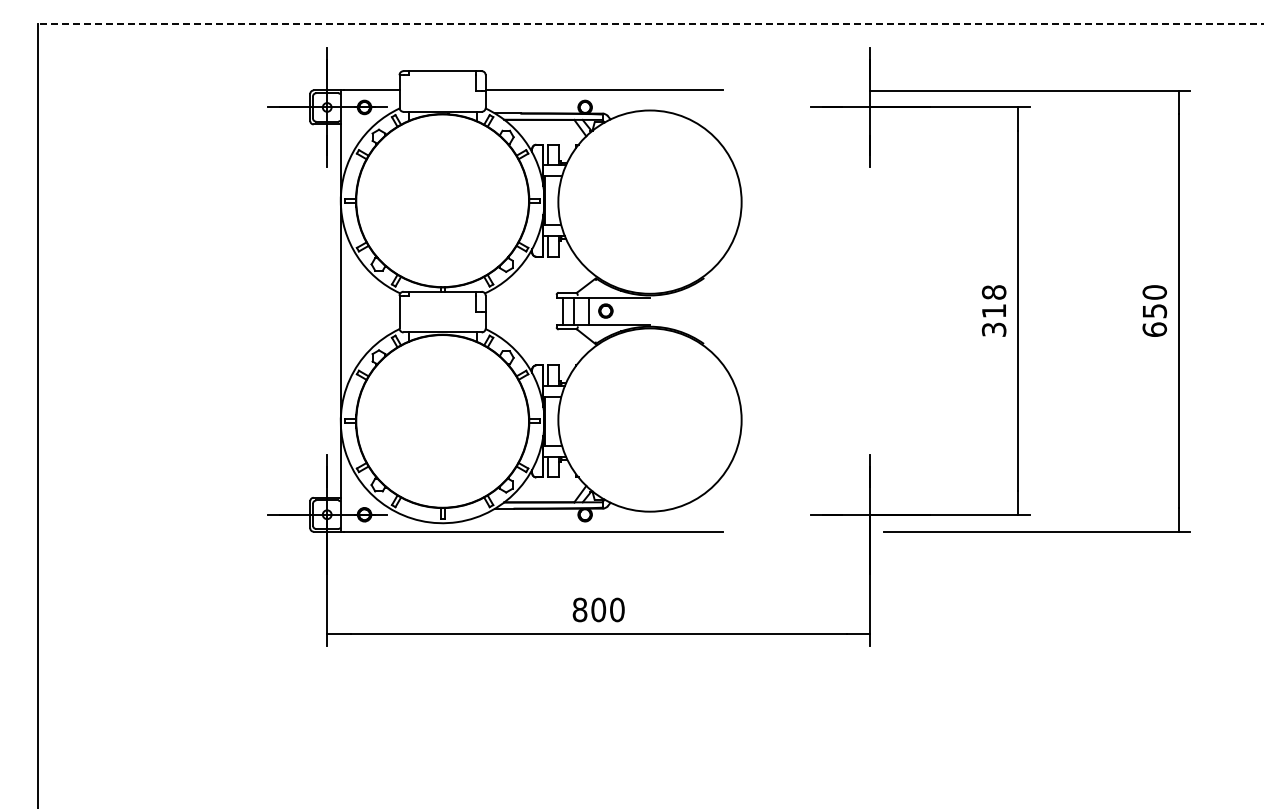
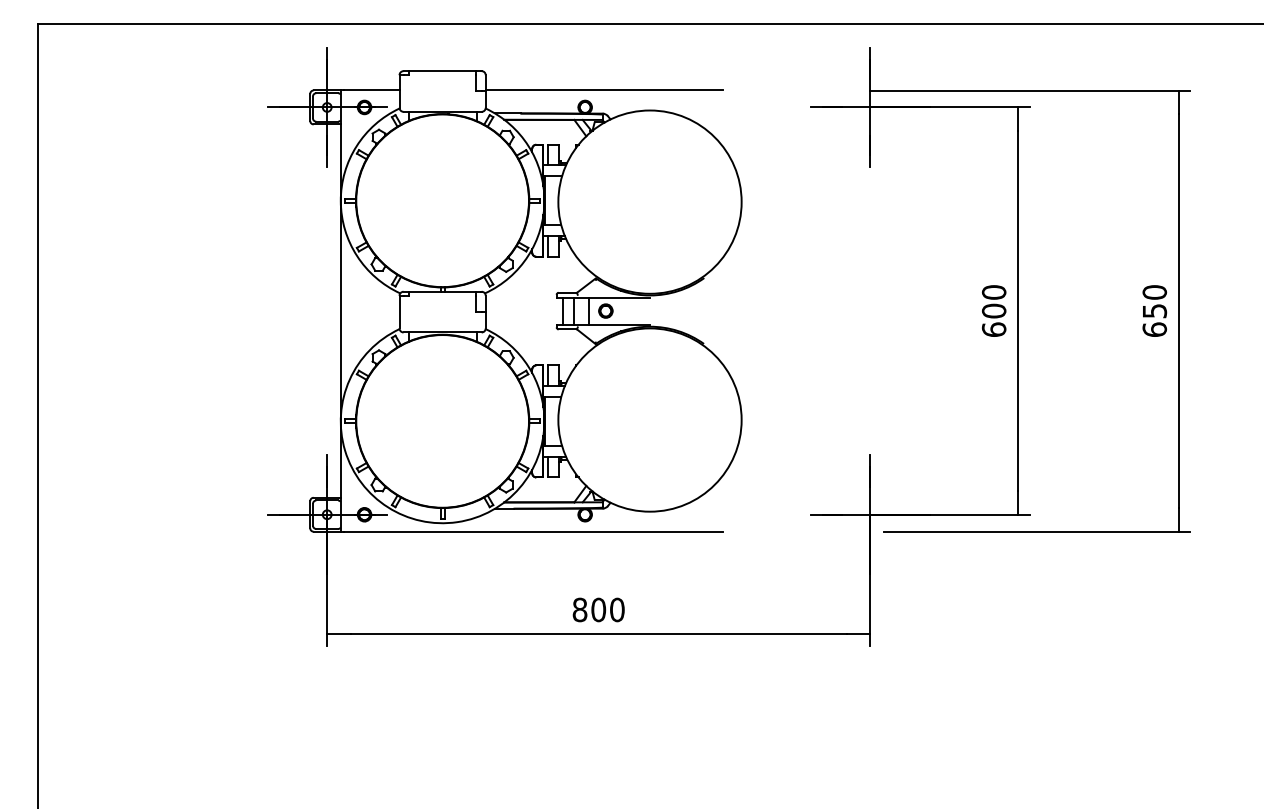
line at (650, 24): dashed -> solid
text at (993, 310): 318 -> 600
